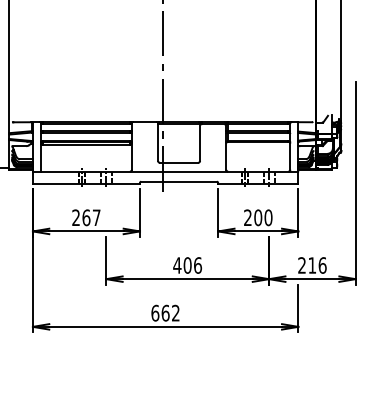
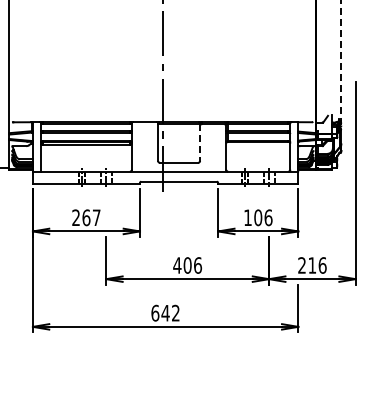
line at (341, 65): solid -> dashed
line at (200, 142): solid -> dashed
text at (258, 217): 200 -> 106
text at (165, 312): 662 -> 642
